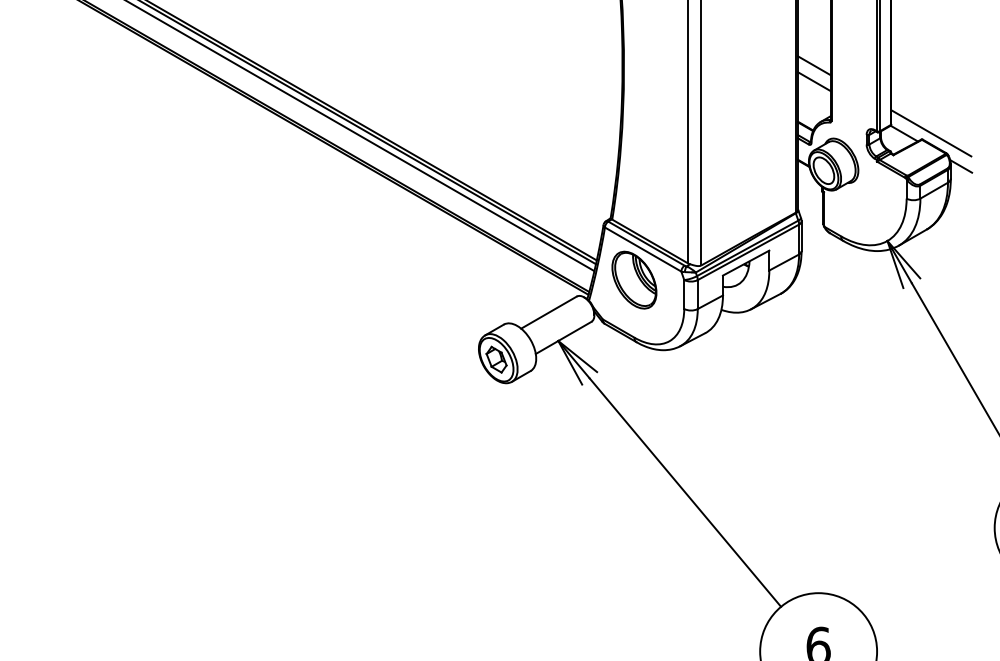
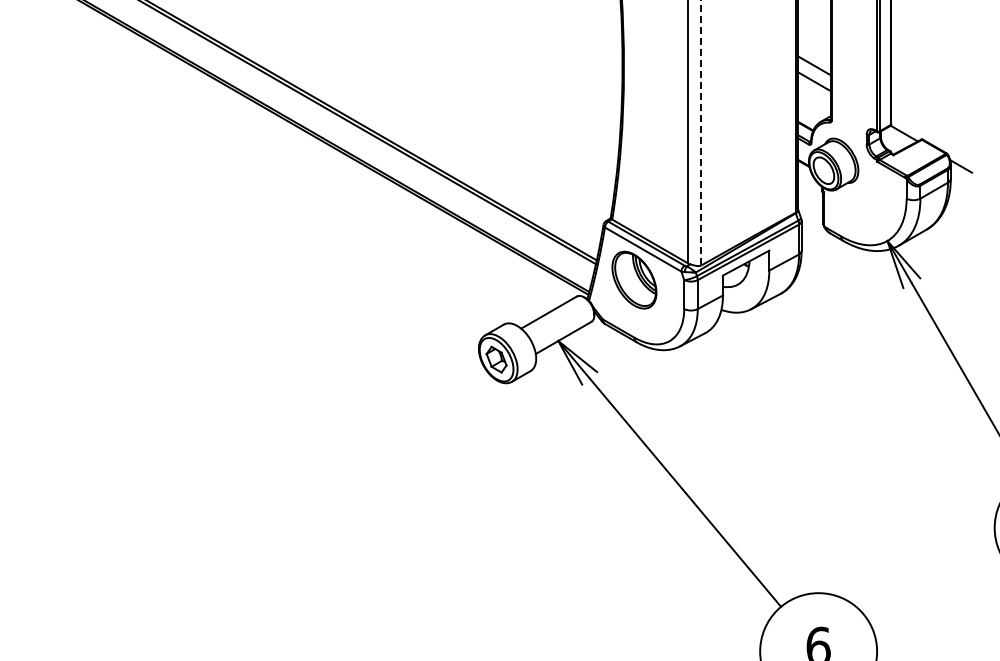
line at (701, 132): solid -> dashed
line at (931, 133): present -> none
line at (361, 136): present -> none
